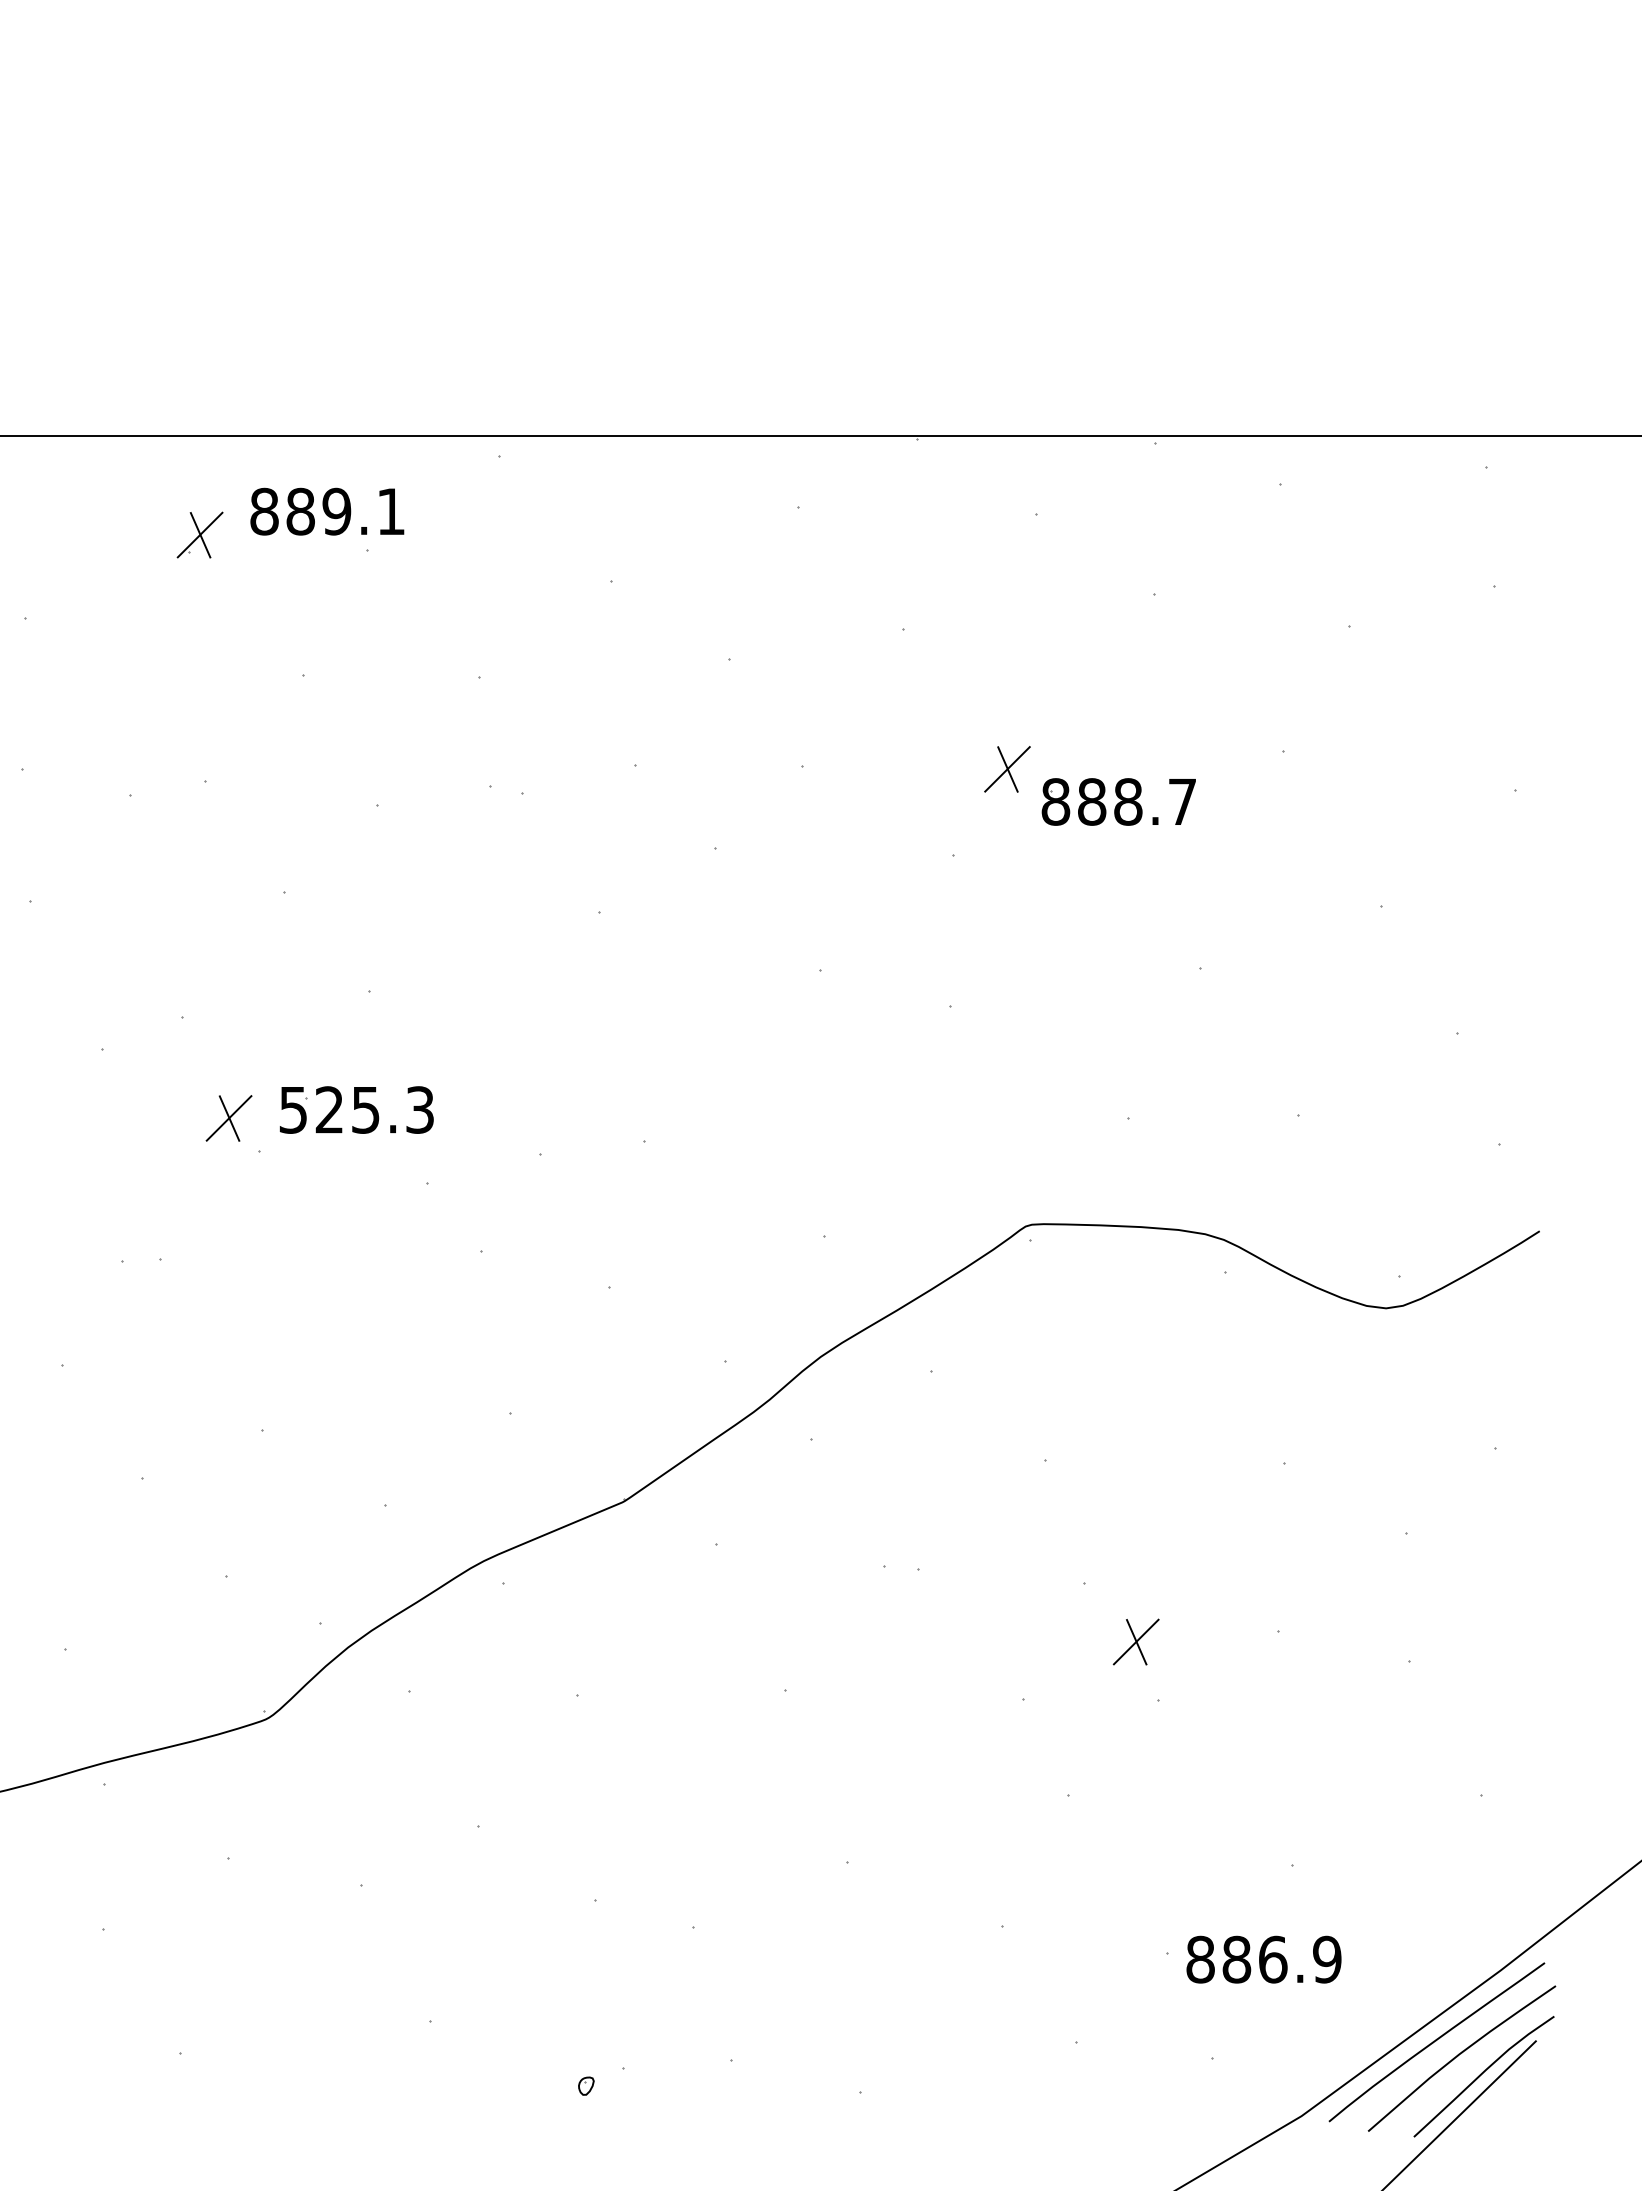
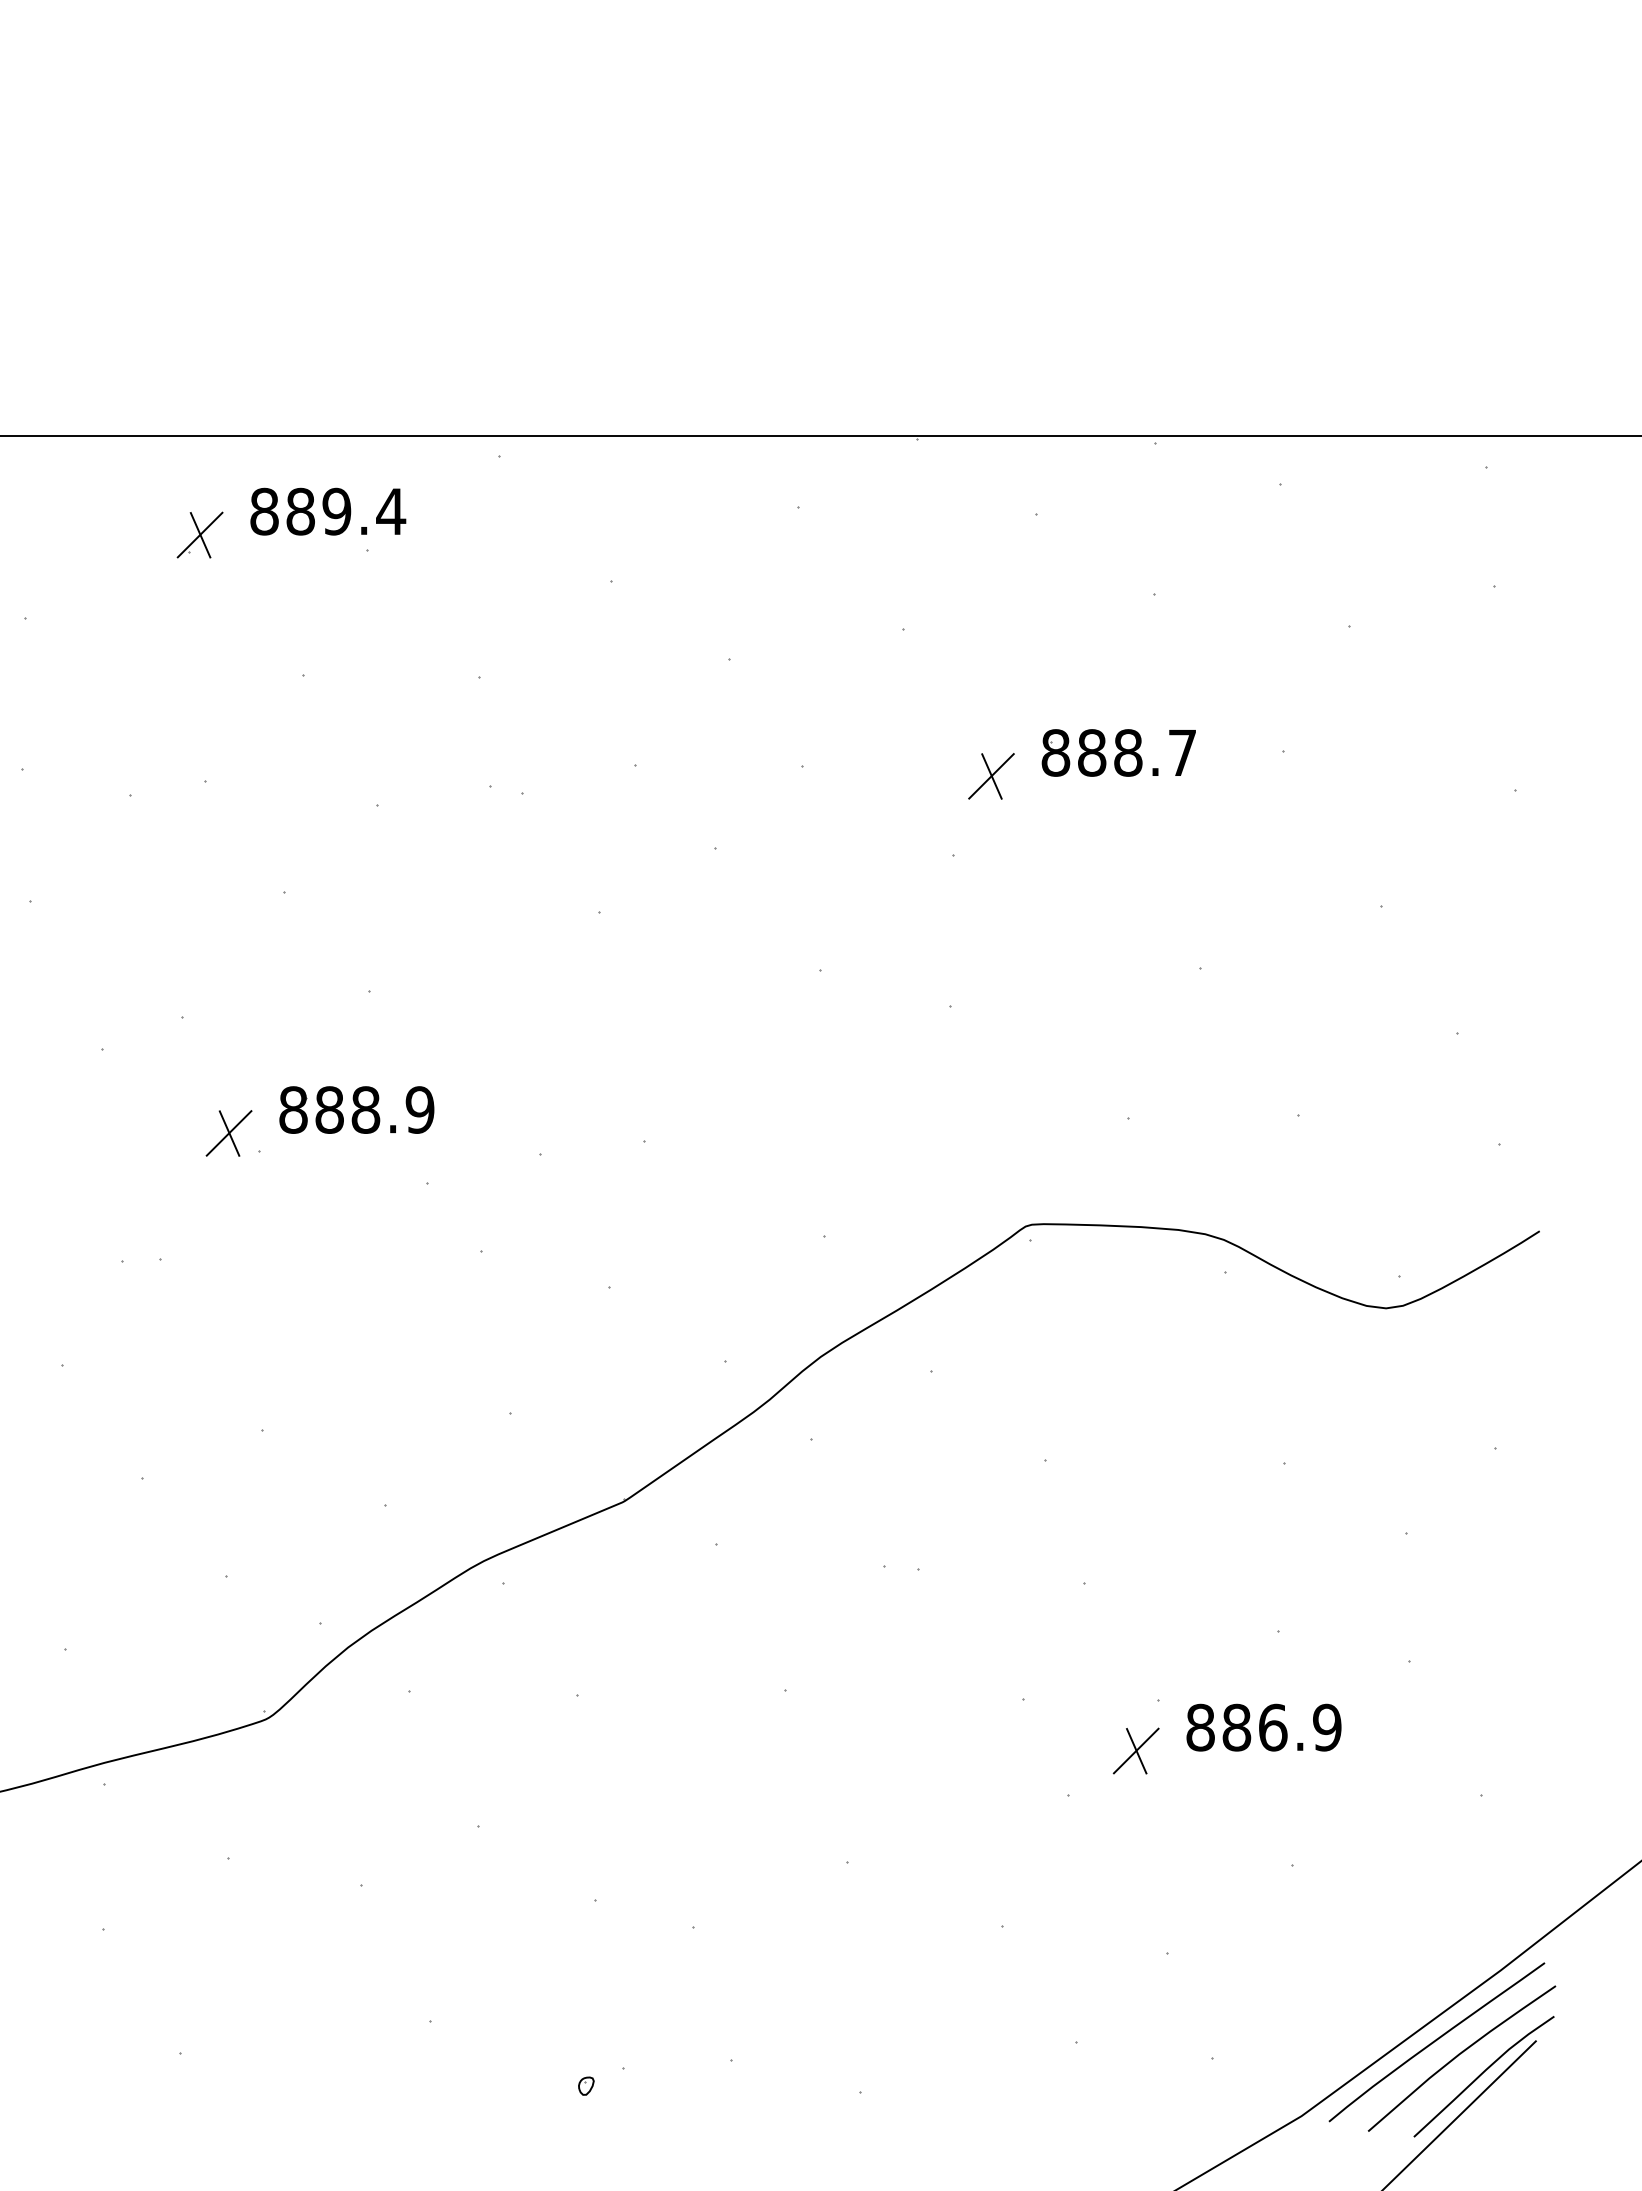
text at (391, 511): 889.1 -> 889.4
part at (1007, 769) position: (1007, 769) -> (991, 776)
part at (1118, 801) position: (1118, 801) -> (1118, 752)
text at (356, 1109): 525.3 -> 888.9
part at (228, 1118) position: (228, 1118) -> (228, 1133)
part at (1135, 1641) position: (1135, 1641) -> (1135, 1750)
text at (1263, 1959) position: (1263, 1959) -> (1263, 1727)
